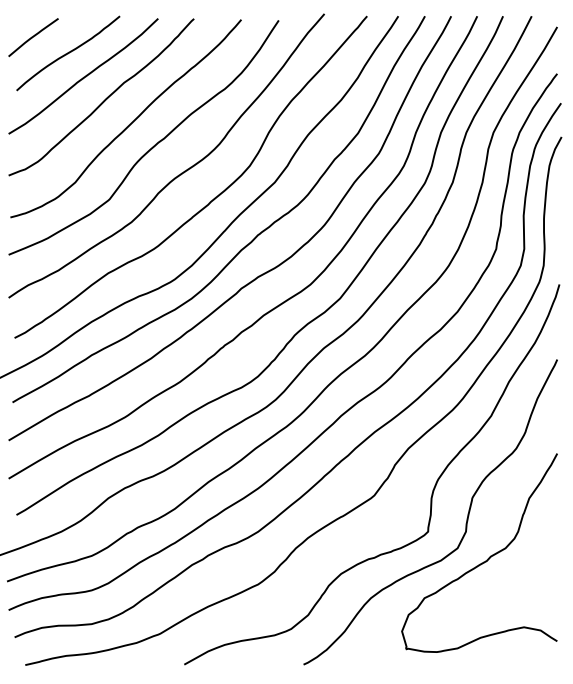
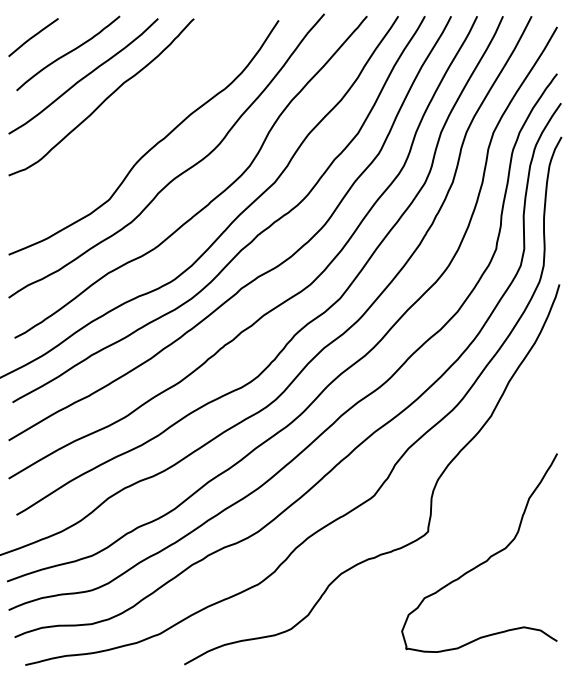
curve at (128, 124): present -> none
curve at (466, 518): present -> none
